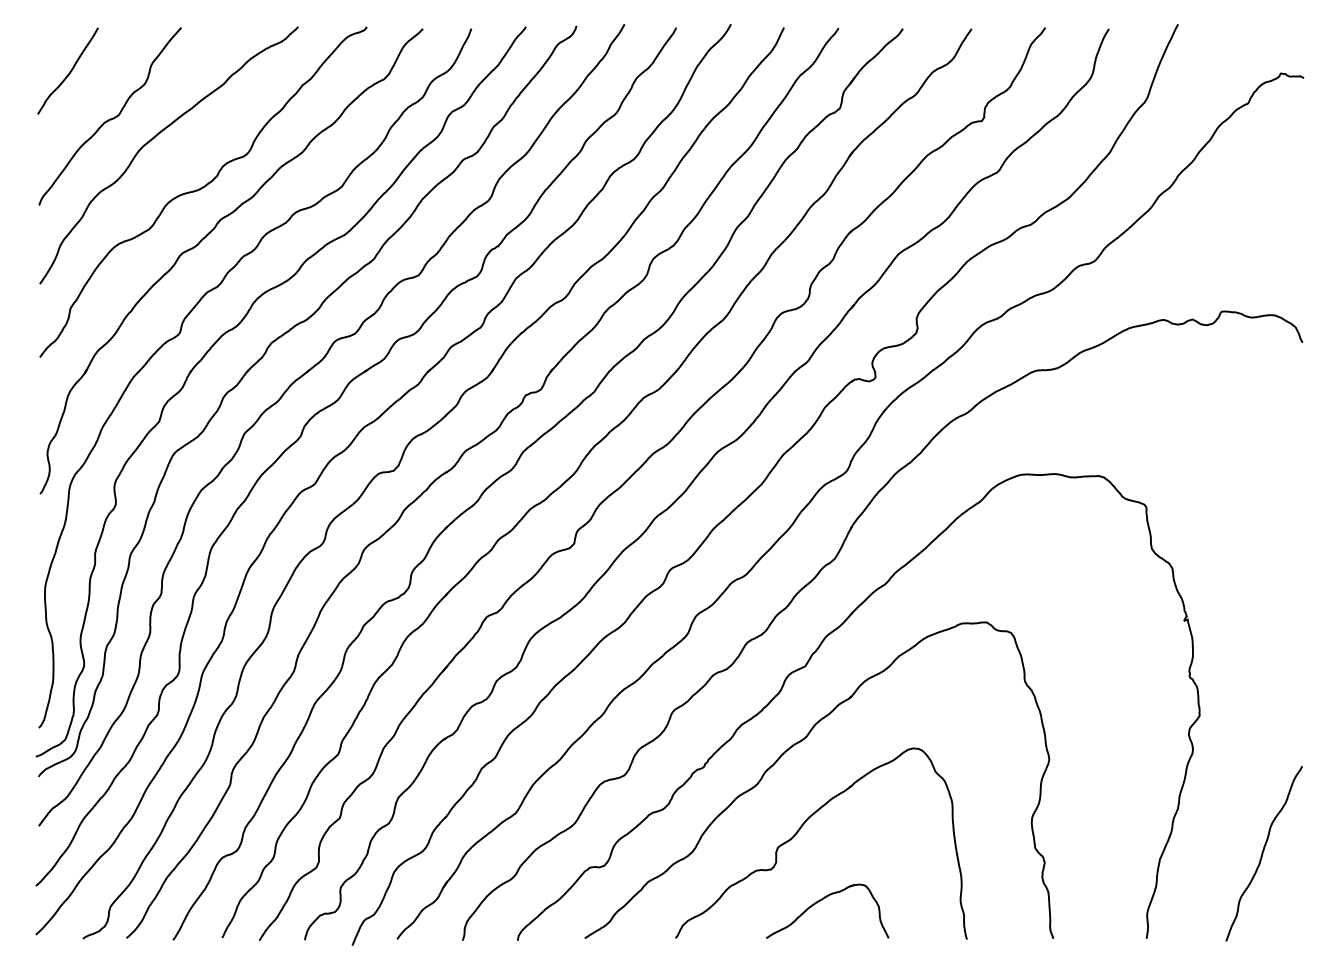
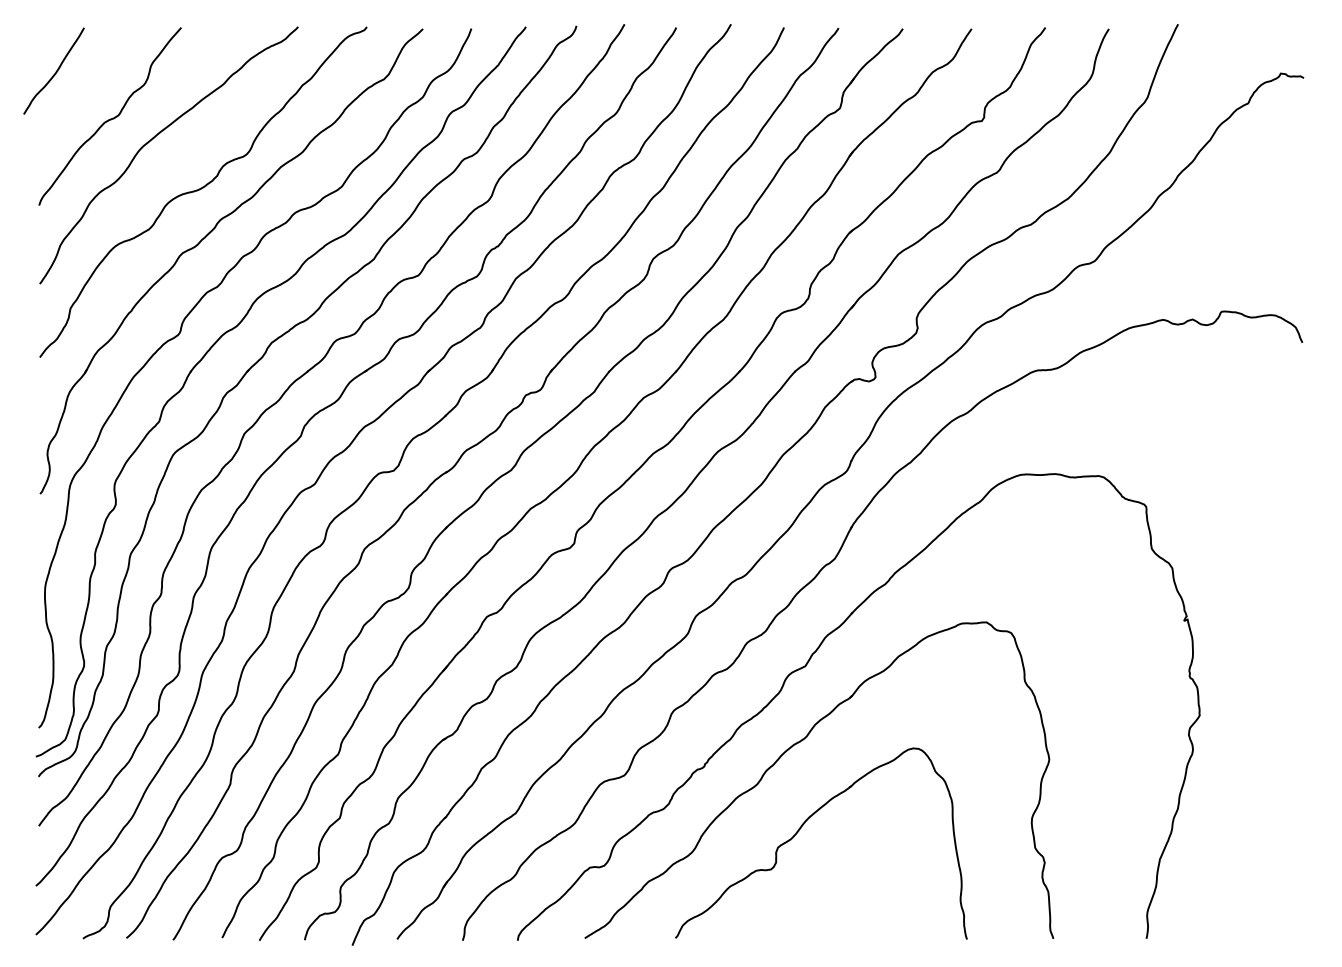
curve at (69, 71) position: (69, 71) -> (55, 71)
curve at (1263, 853): present -> none
part at (822, 900): present -> none
